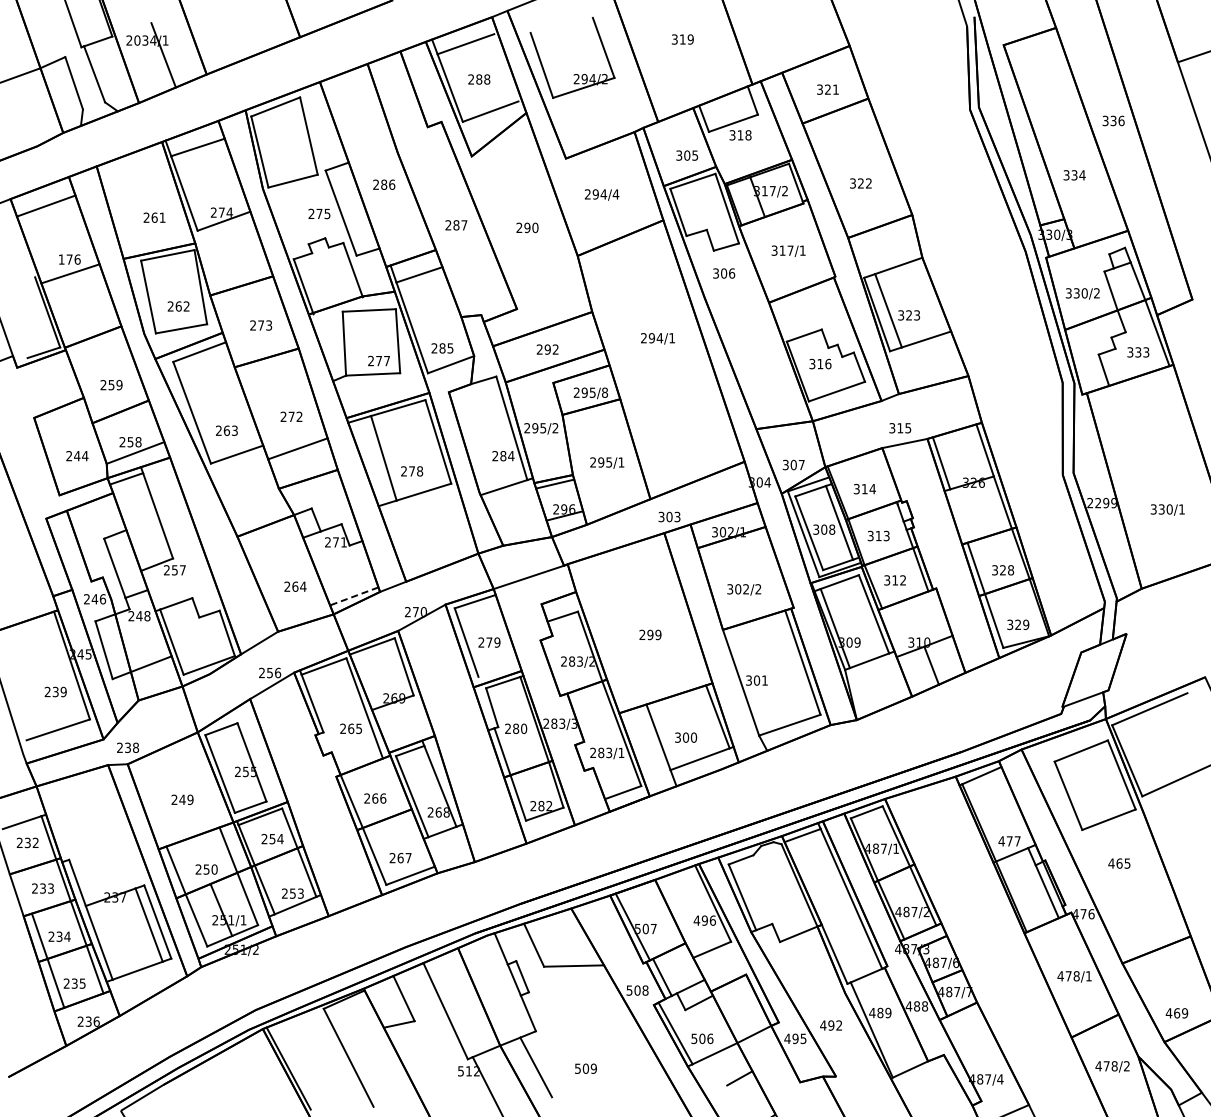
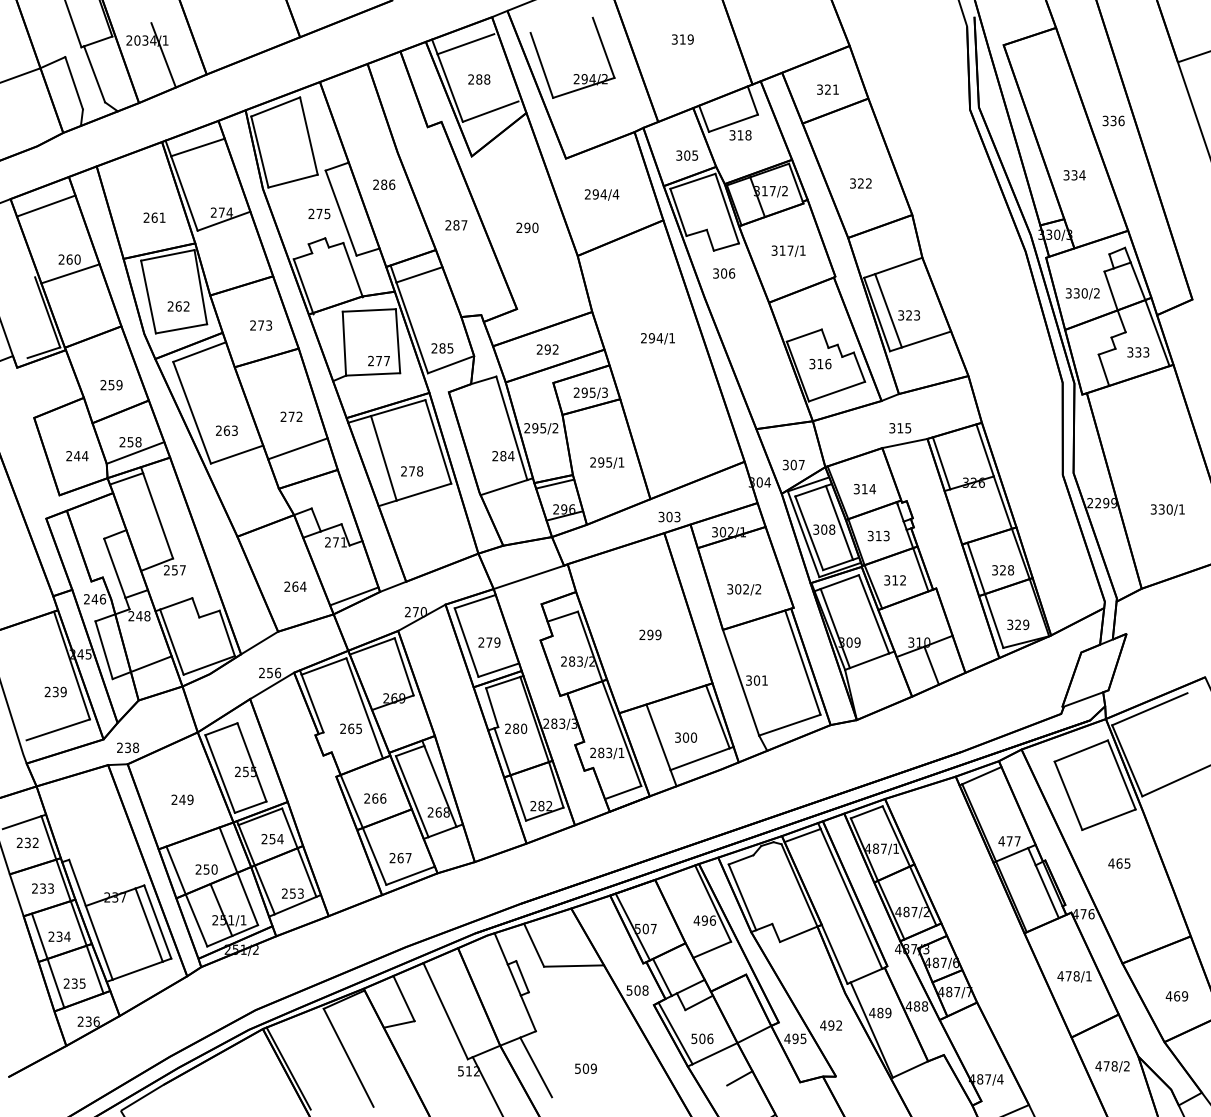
text at (69, 259): 176 -> 260
text at (604, 392): 295/8 -> 295/3
line at (354, 596): dashed -> solid
line at (498, 669): none -> present
text at (1176, 1013) position: (1176, 1013) -> (1176, 996)
